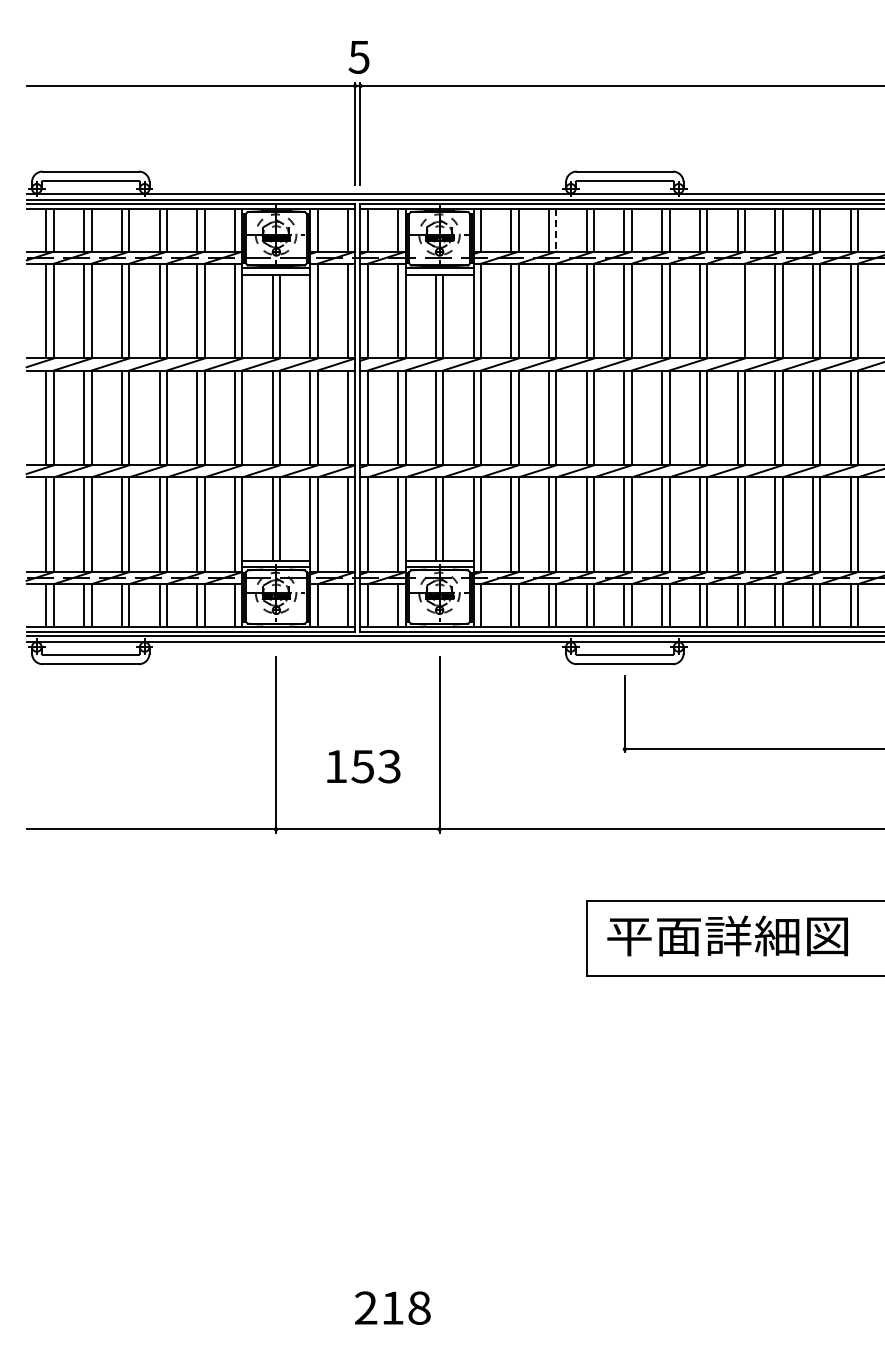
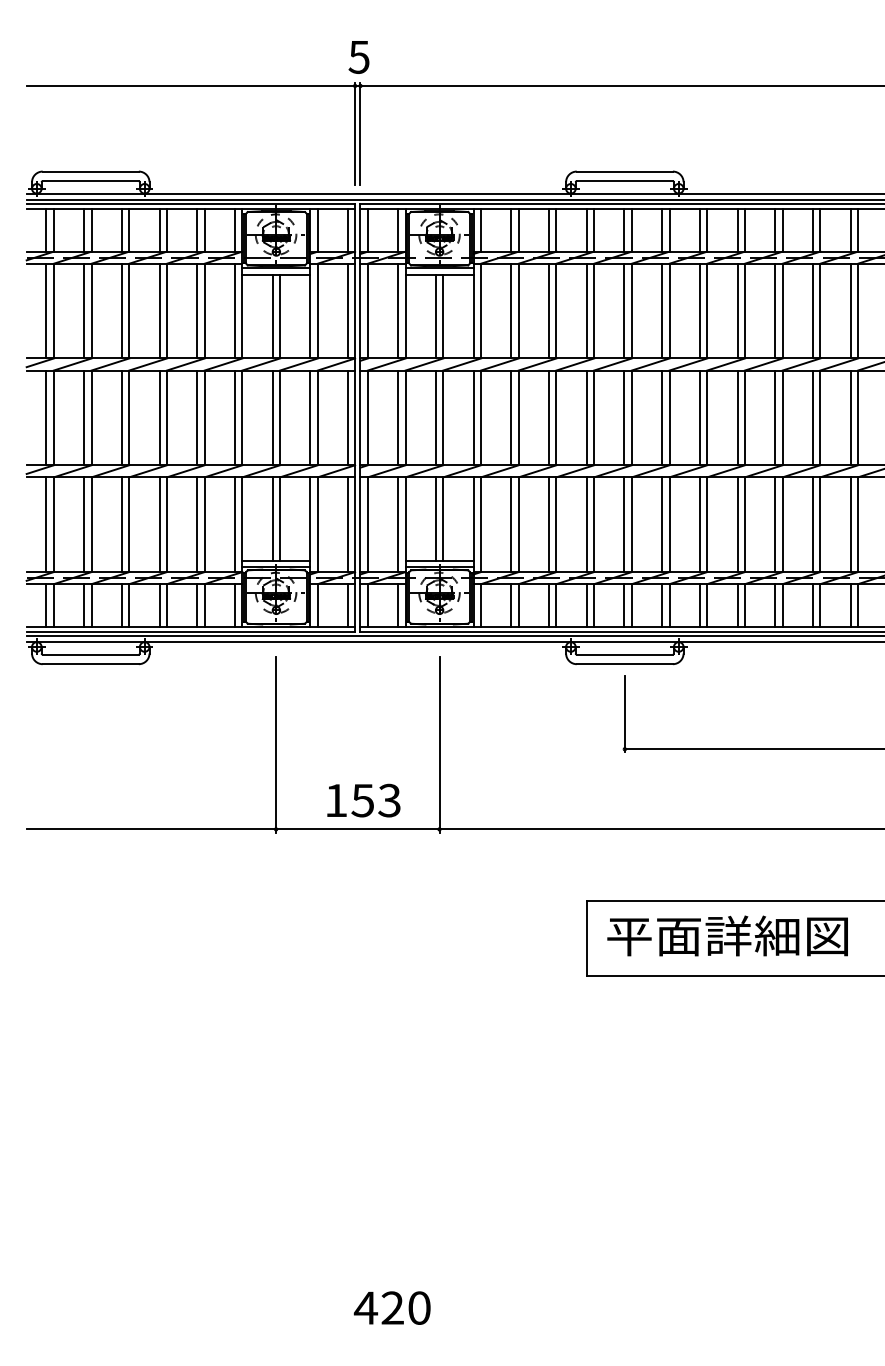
line at (556, 230): dashed -> solid
line at (737, 310): none -> present
text at (363, 766) position: (363, 766) -> (363, 800)
text at (391, 1307): 218 -> 420
